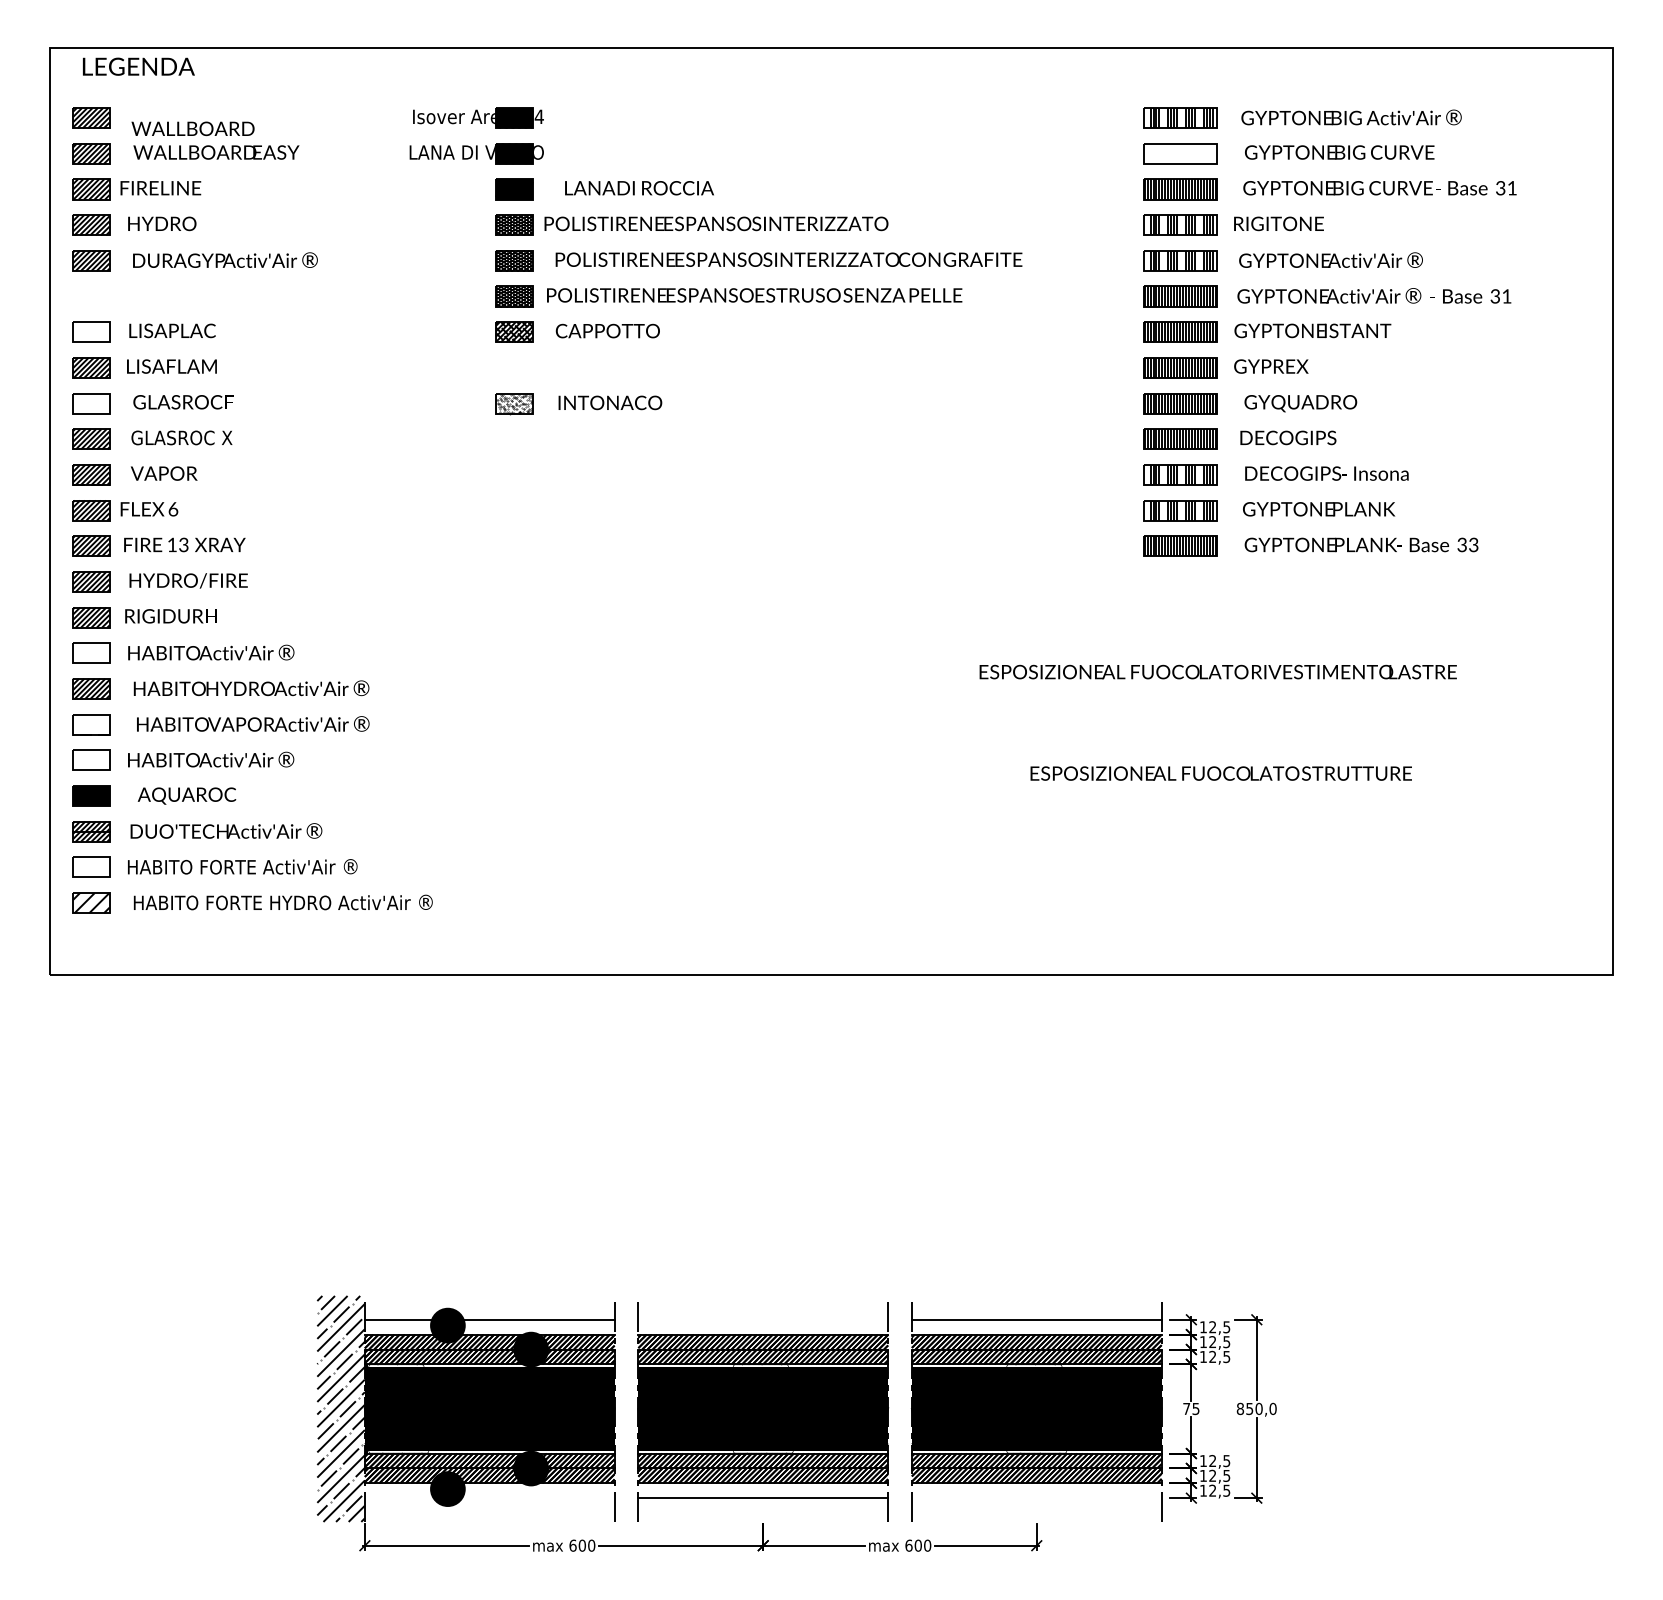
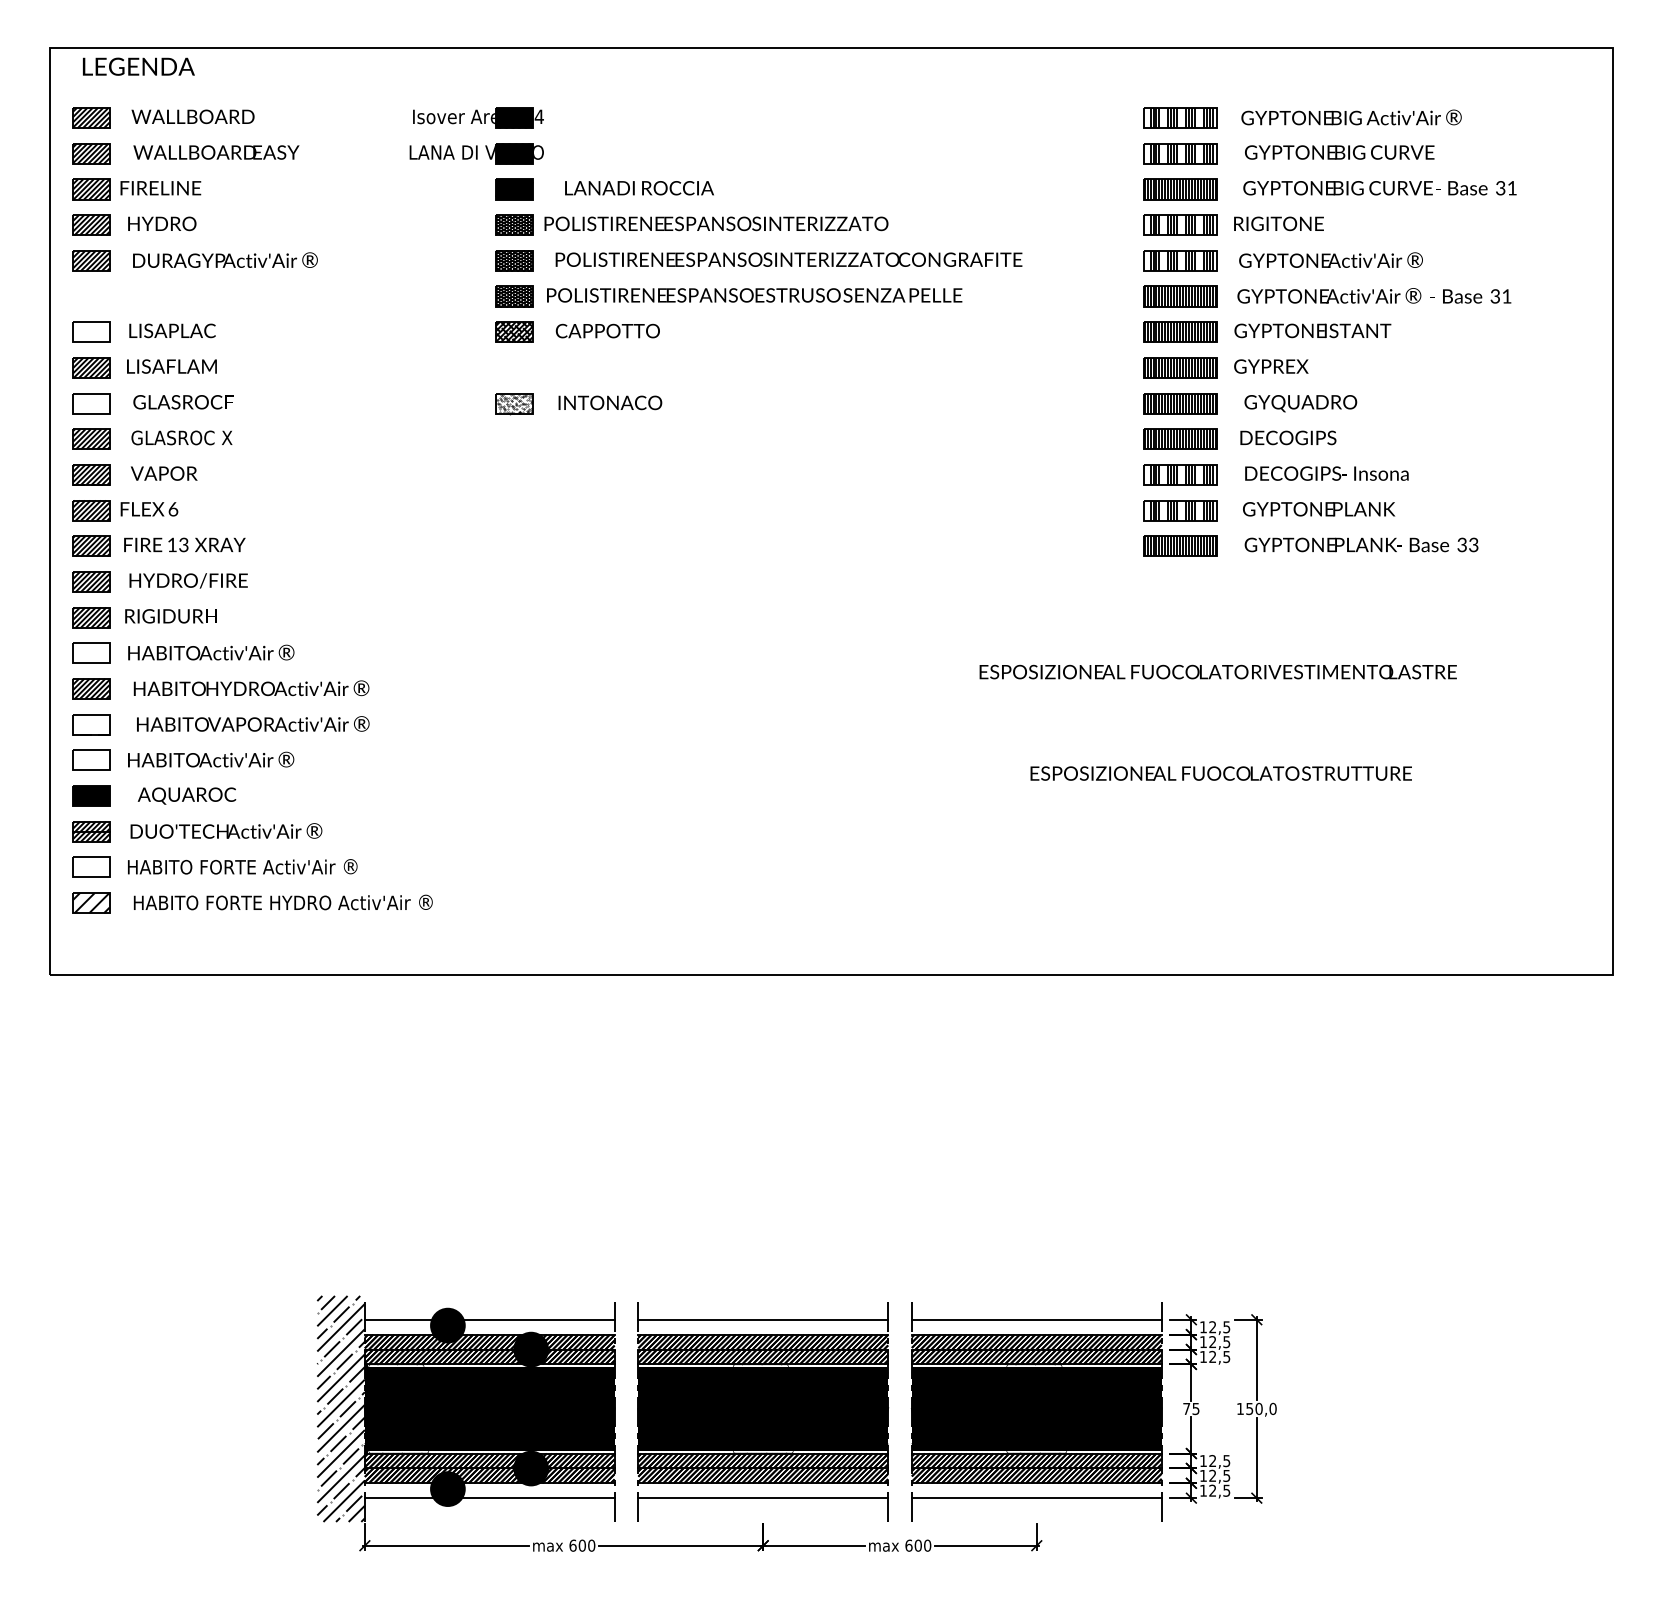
text at (192, 128) position: (192, 128) -> (192, 116)
hatch at (1181, 153): none -> present
line at (763, 1319): none -> present
text at (1240, 1408): 850,0 -> 150,0
line at (489, 1498): none -> present
line at (1036, 1498): none -> present
